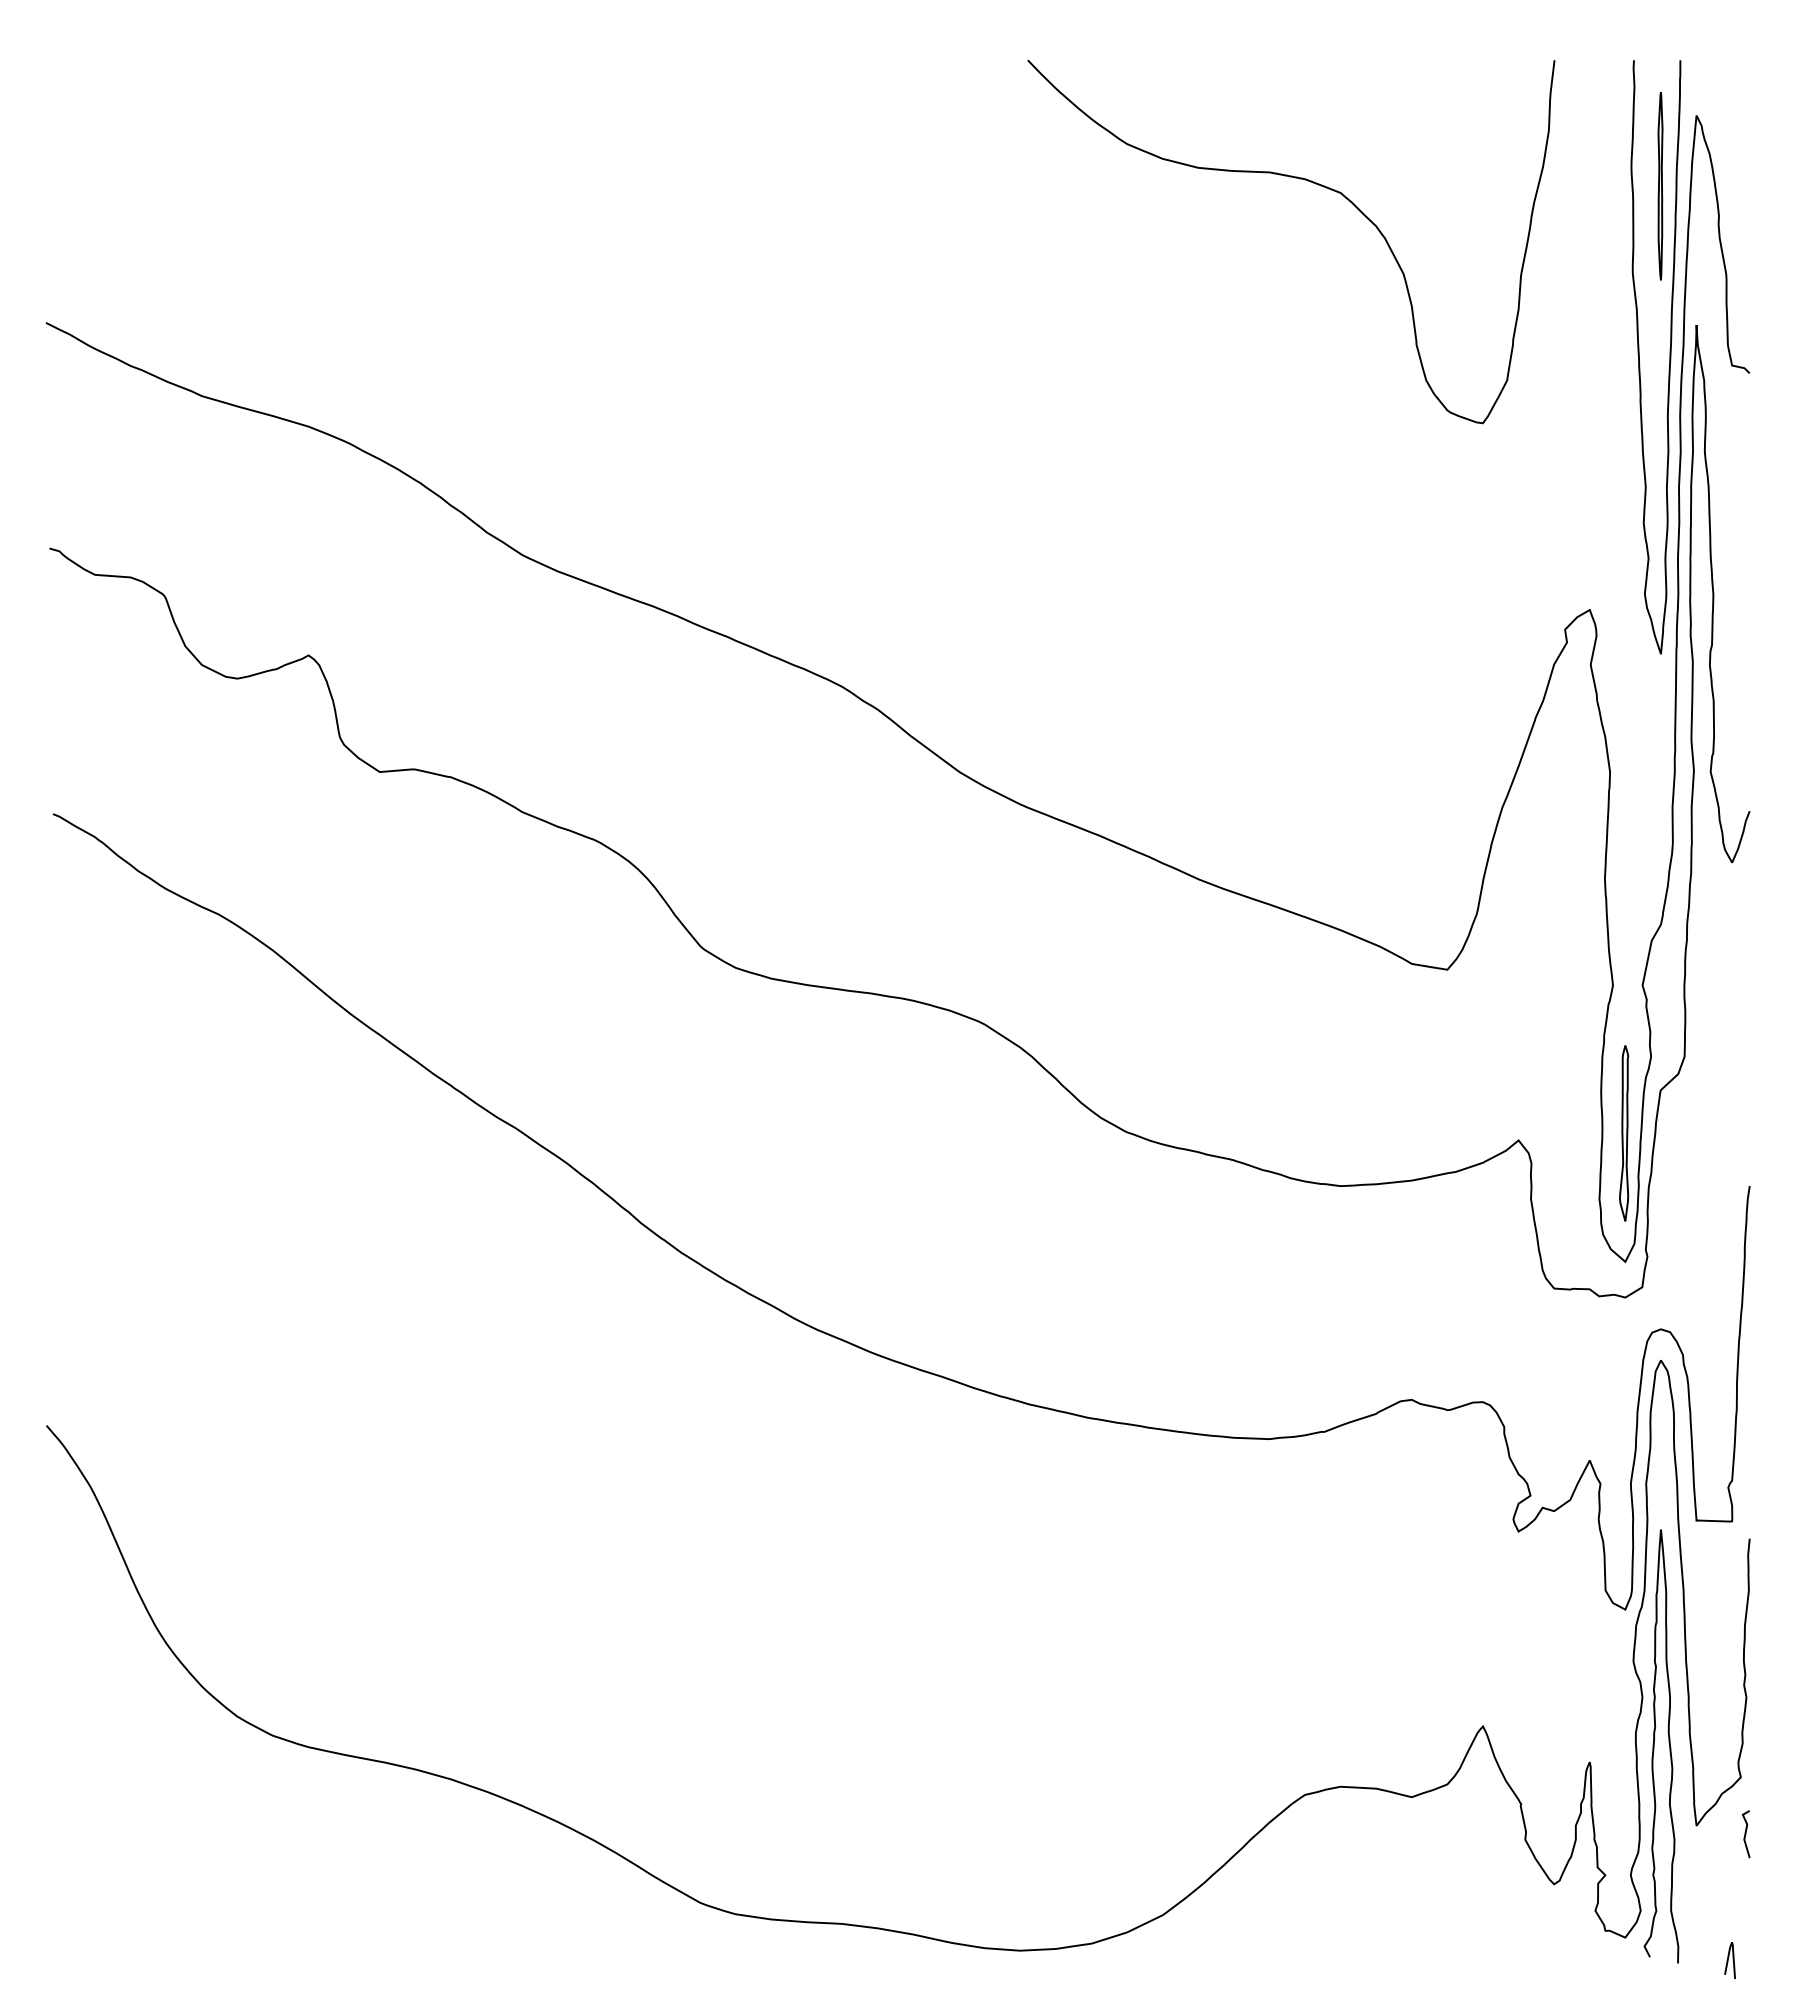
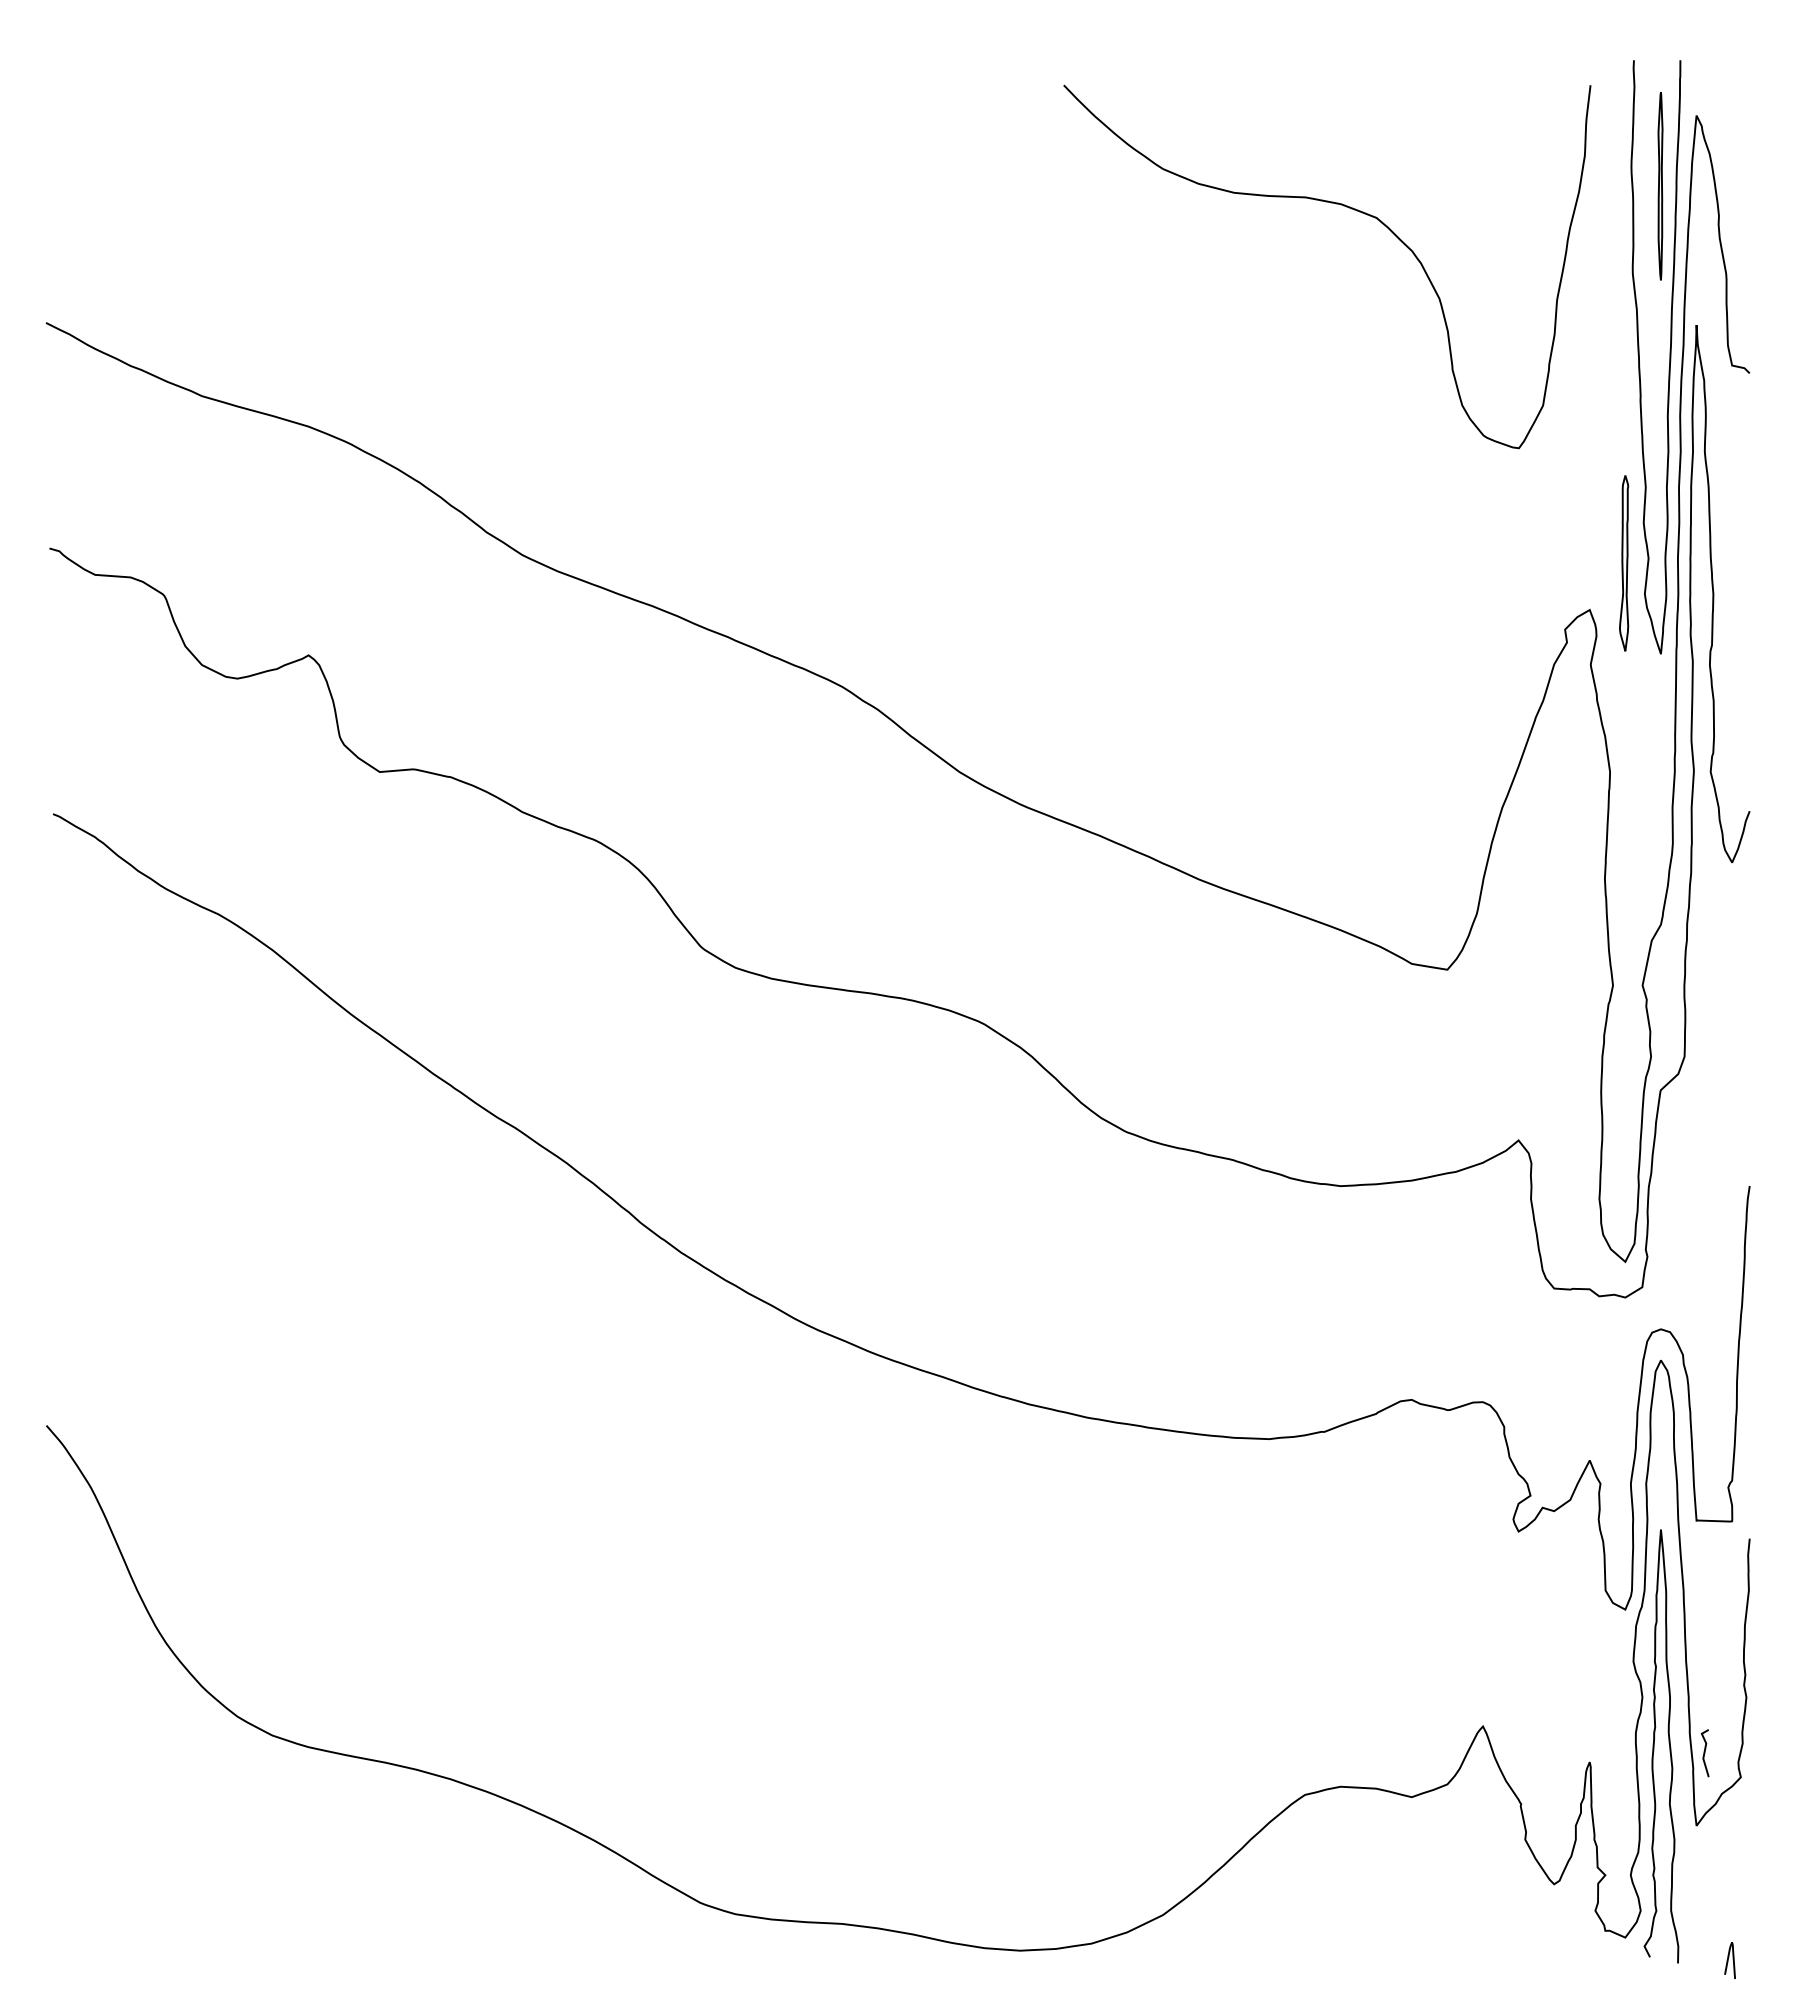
curve at (1315, 184) position: (1315, 184) -> (1351, 209)
part at (1624, 1133) position: (1624, 1133) -> (1624, 563)
curve at (1745, 1834) position: (1745, 1834) -> (1704, 1753)
